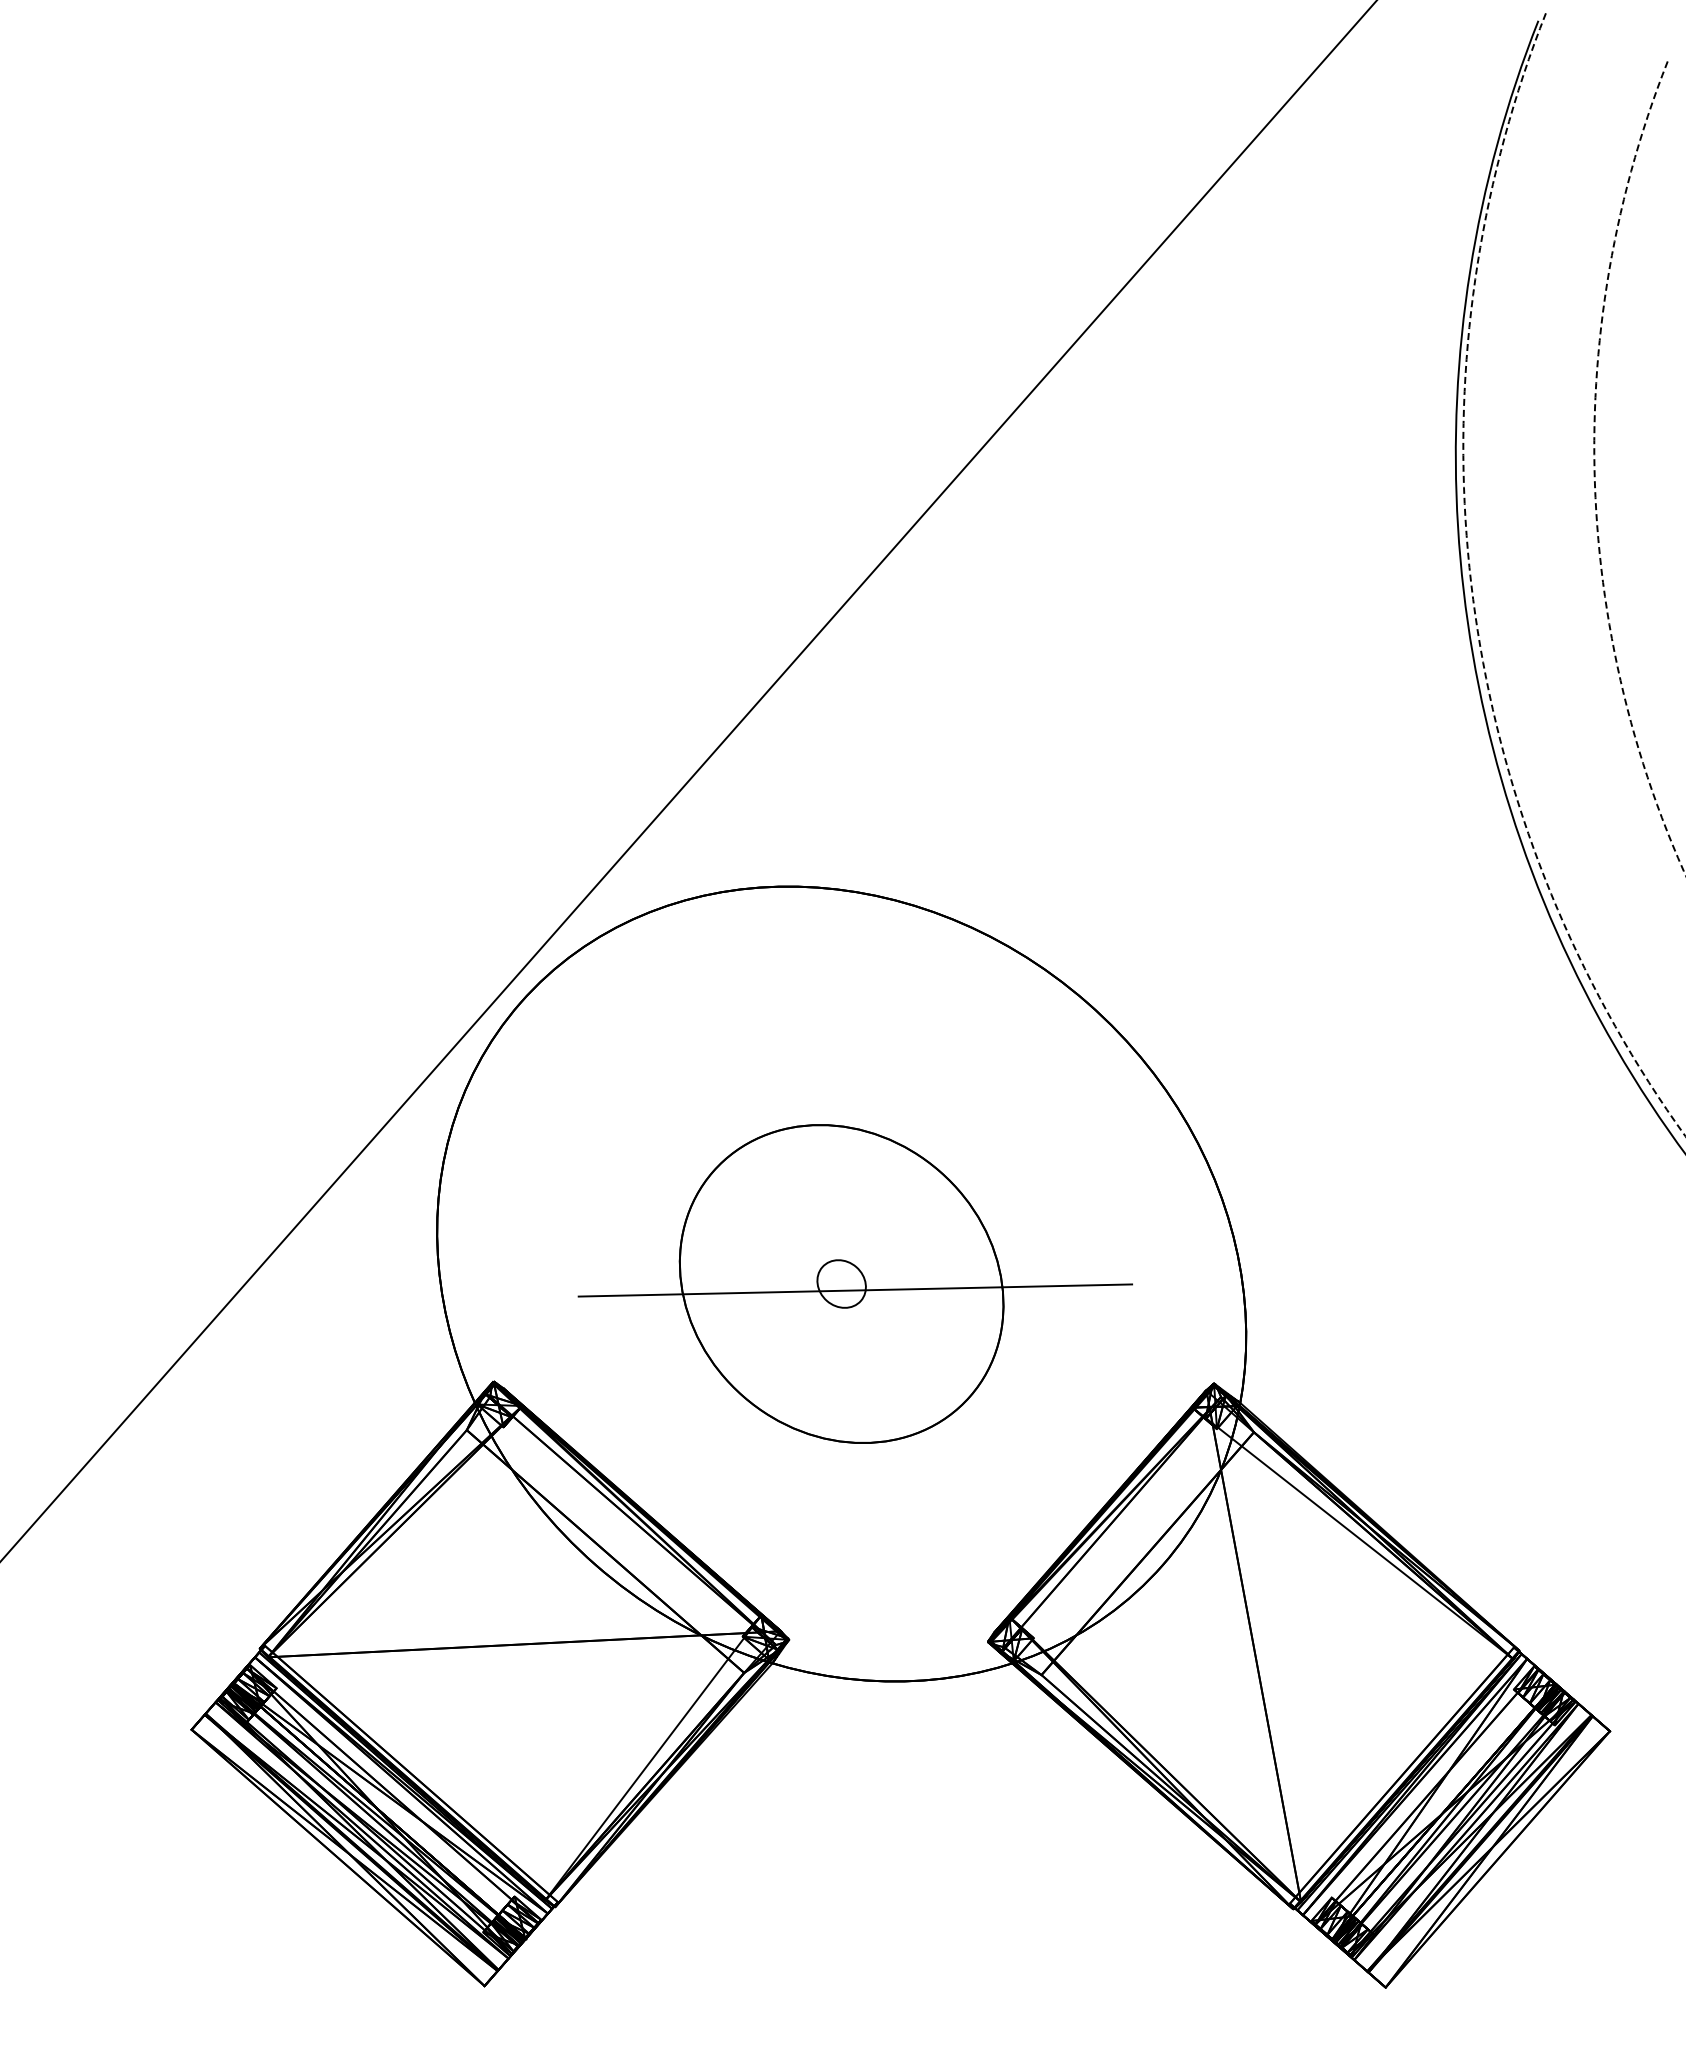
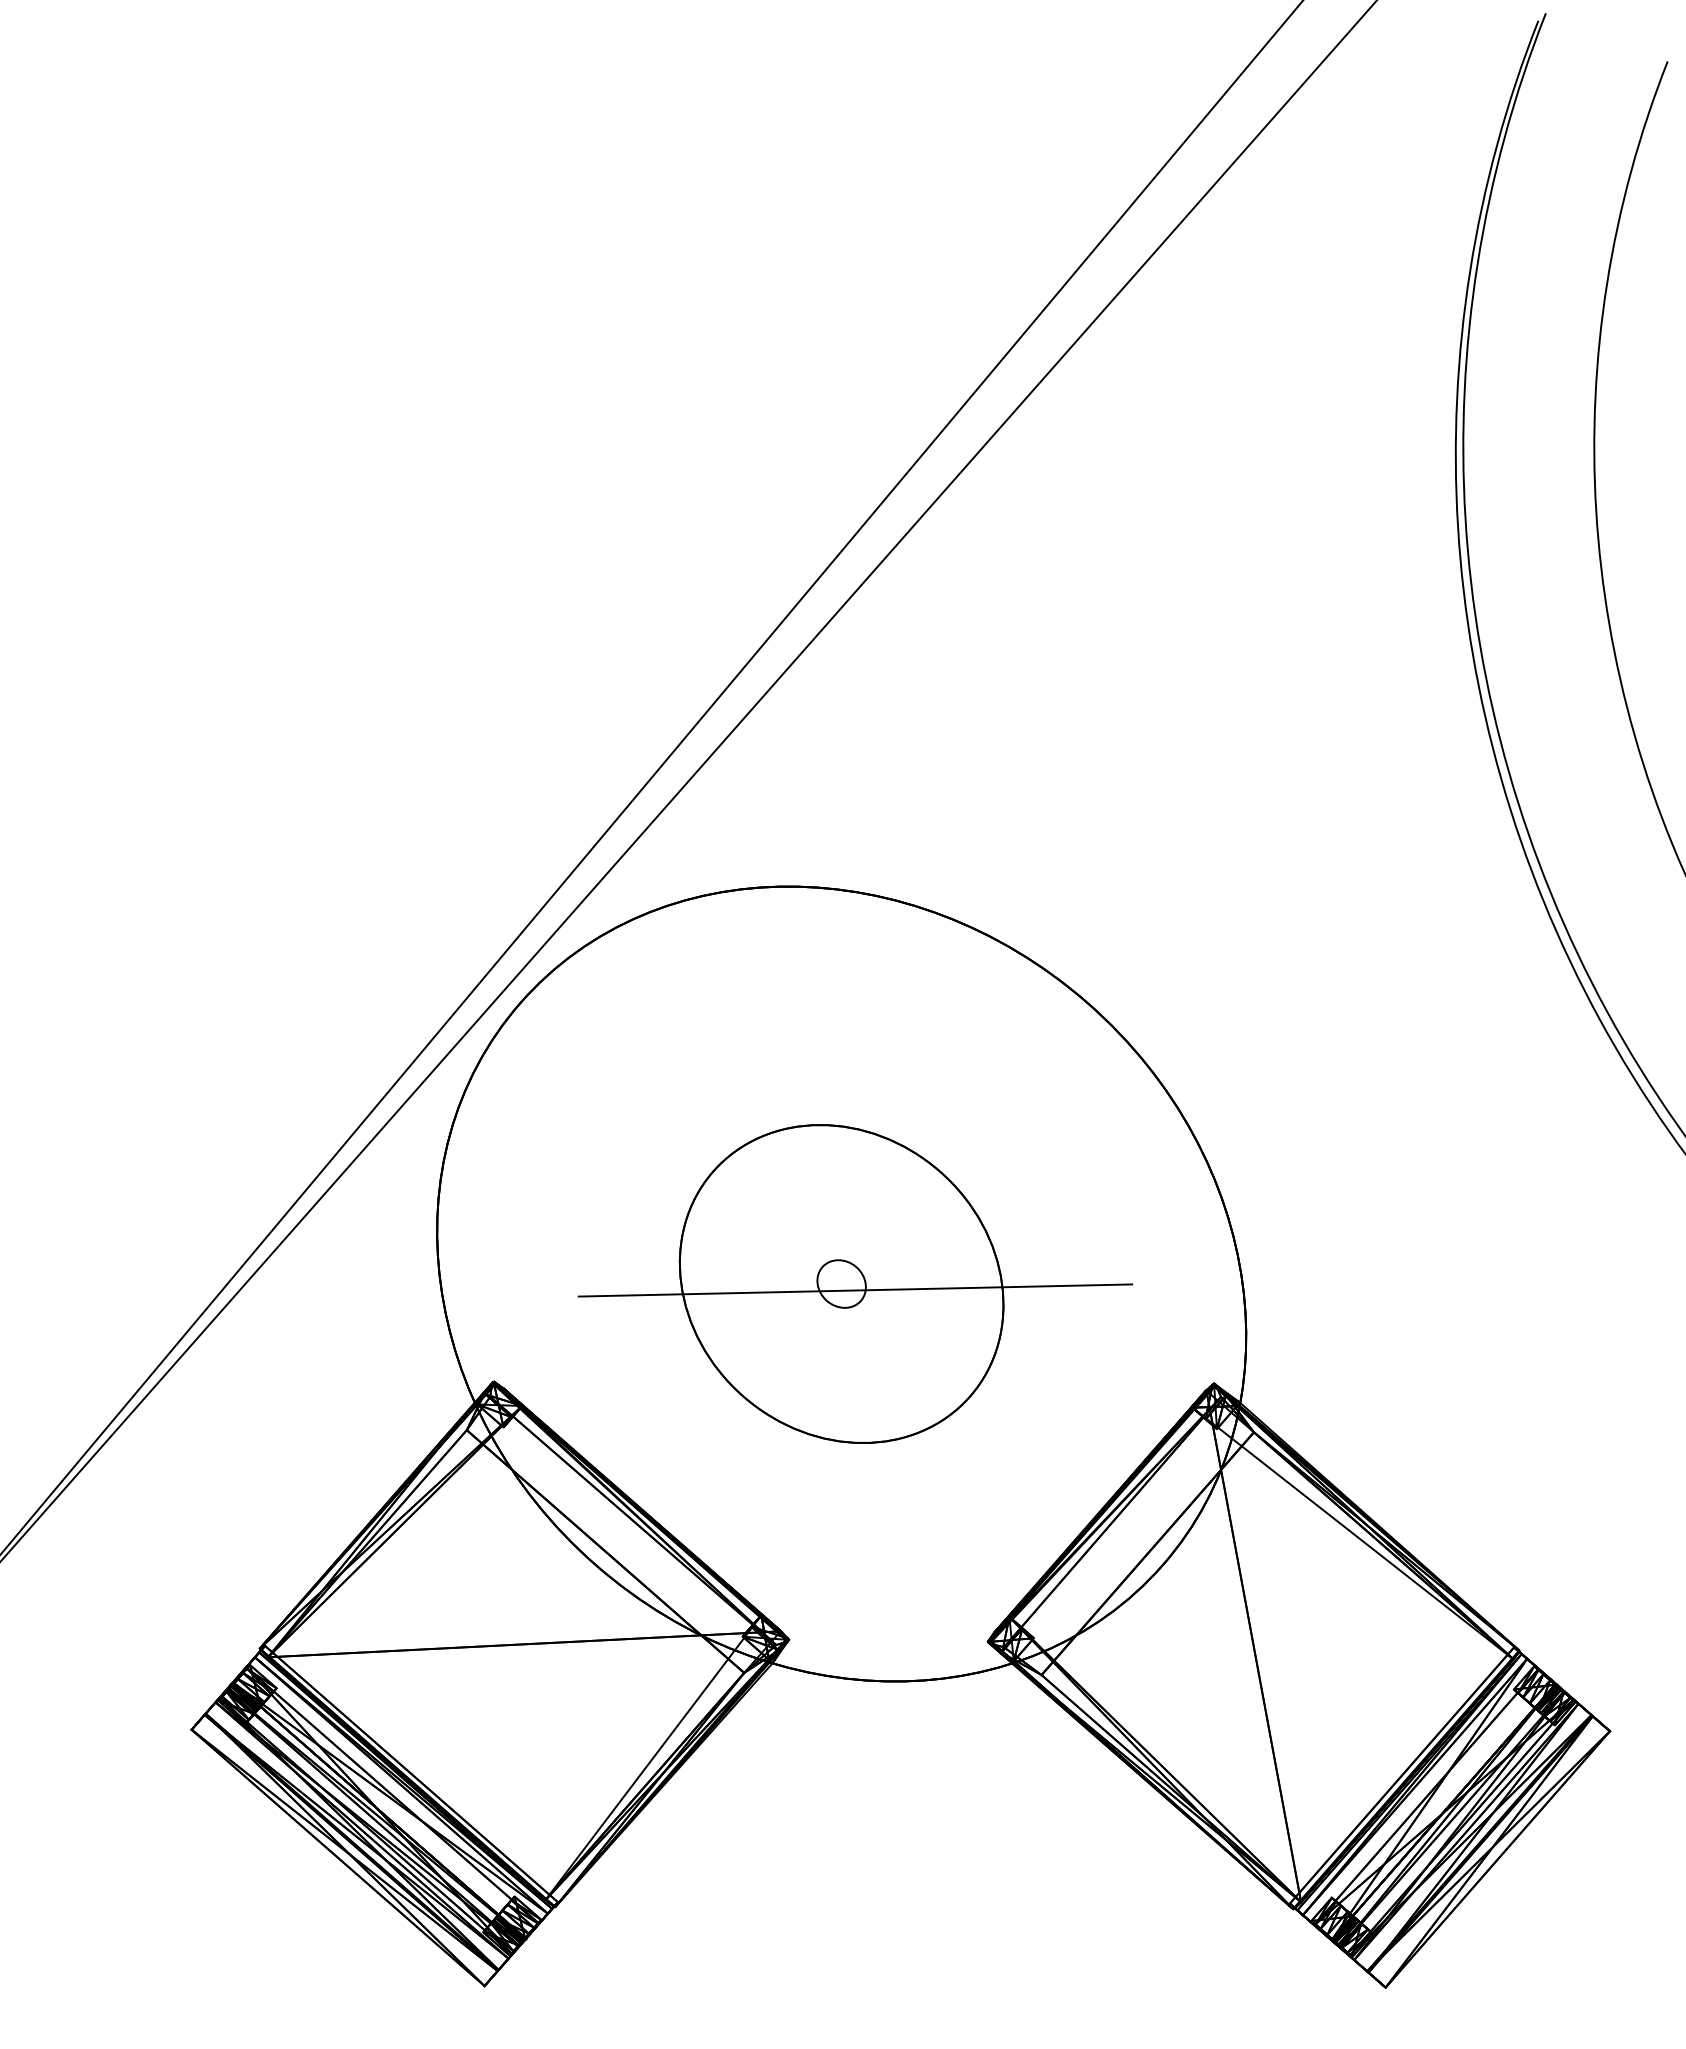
arc at (1594, 471): dashed -> solid
arc at (1472, 592): dashed -> solid
line at (651, 777): none -> present
